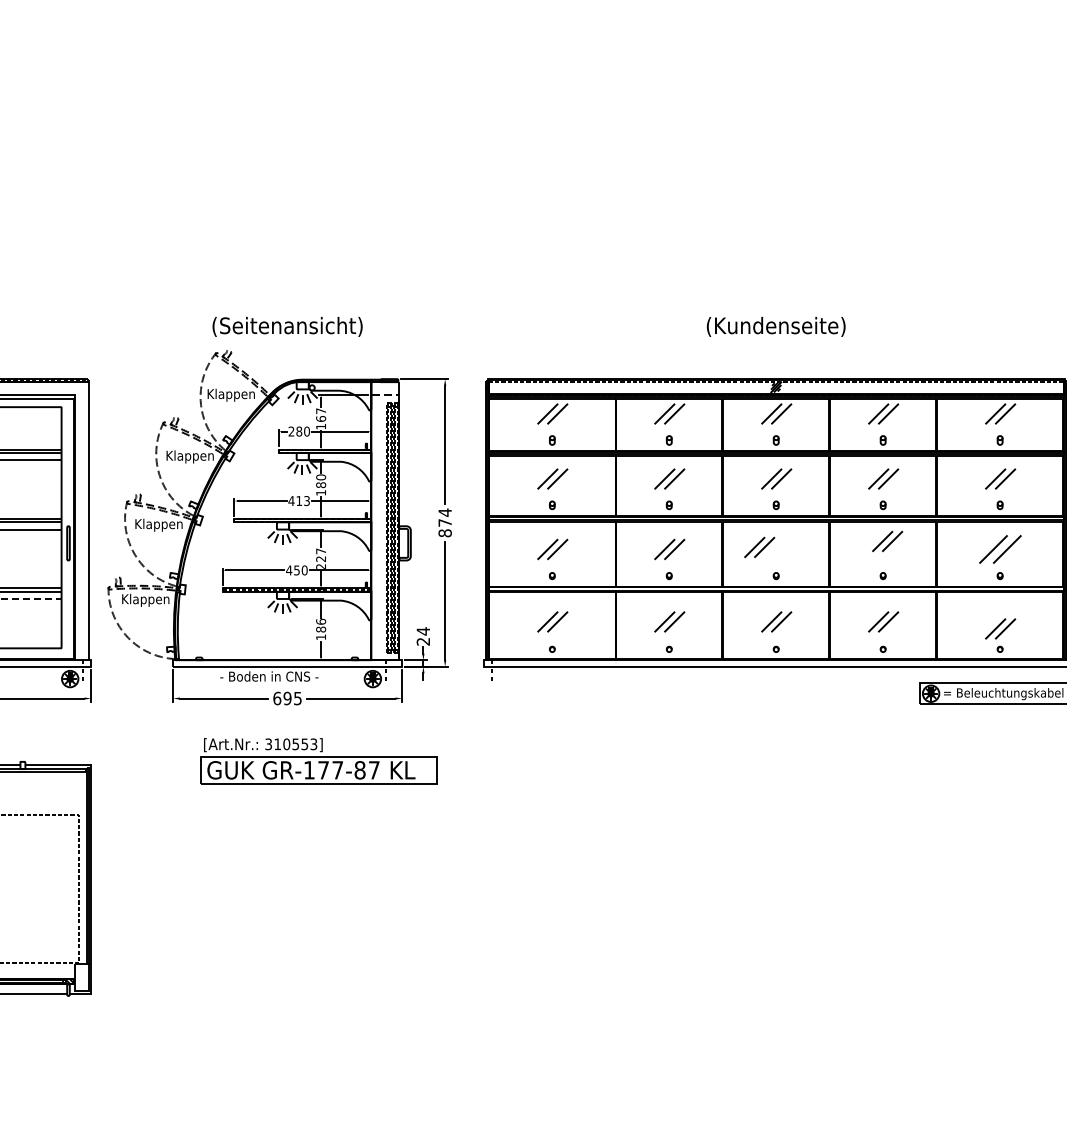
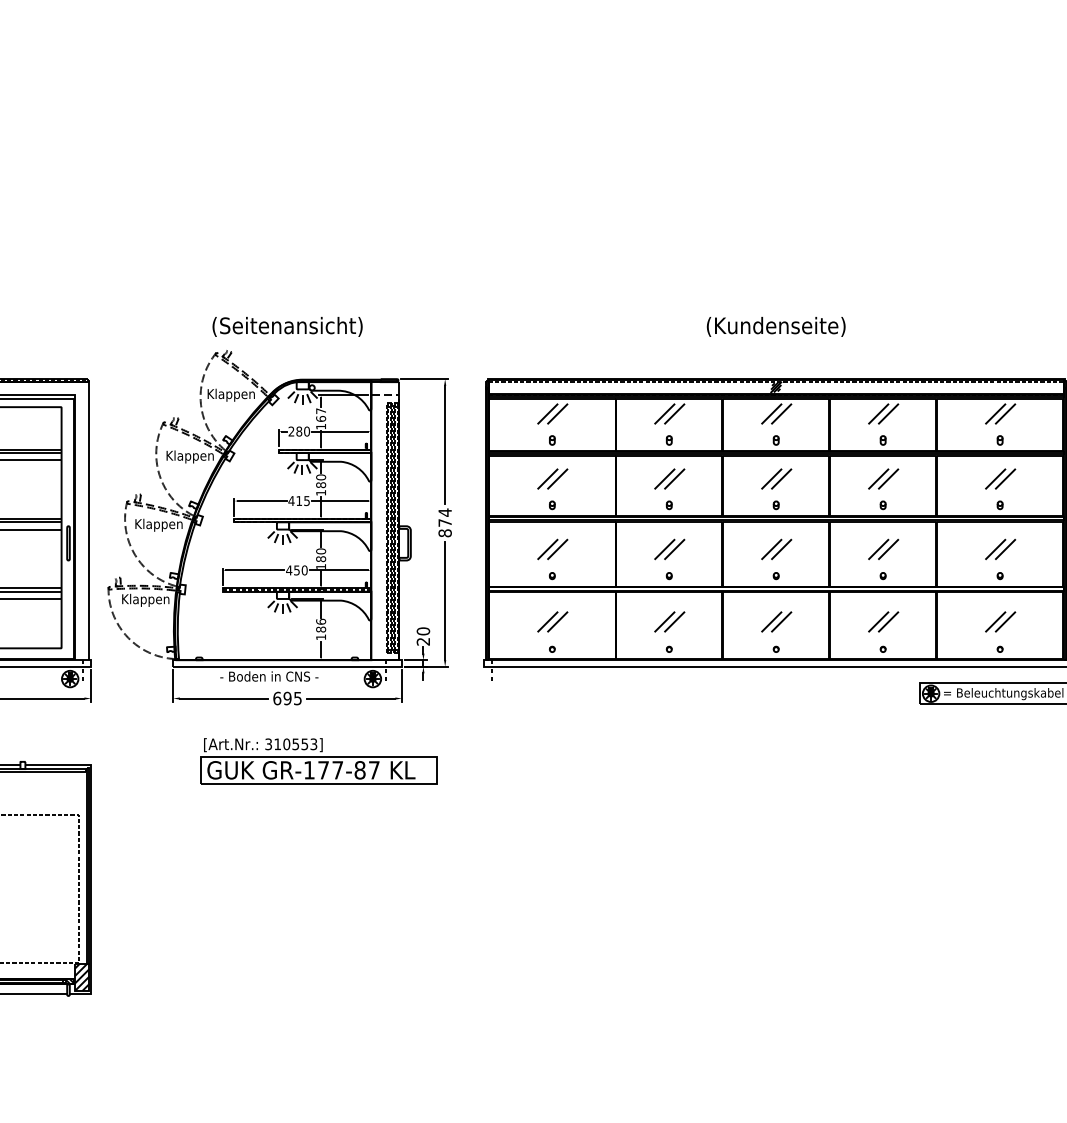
text at (306, 500): 413 -> 415
part at (887, 541) position: (887, 541) -> (883, 549)
part at (759, 547) position: (759, 547) -> (776, 549)
part at (1000, 549) size: 43x29 px -> 32x23 px
text at (321, 558): 227 -> 180
line at (31, 598): dashed -> solid
part at (1000, 628) position: (1000, 628) -> (1000, 621)
text at (423, 631): 24 -> 20
hatch at (81, 976): none -> present
